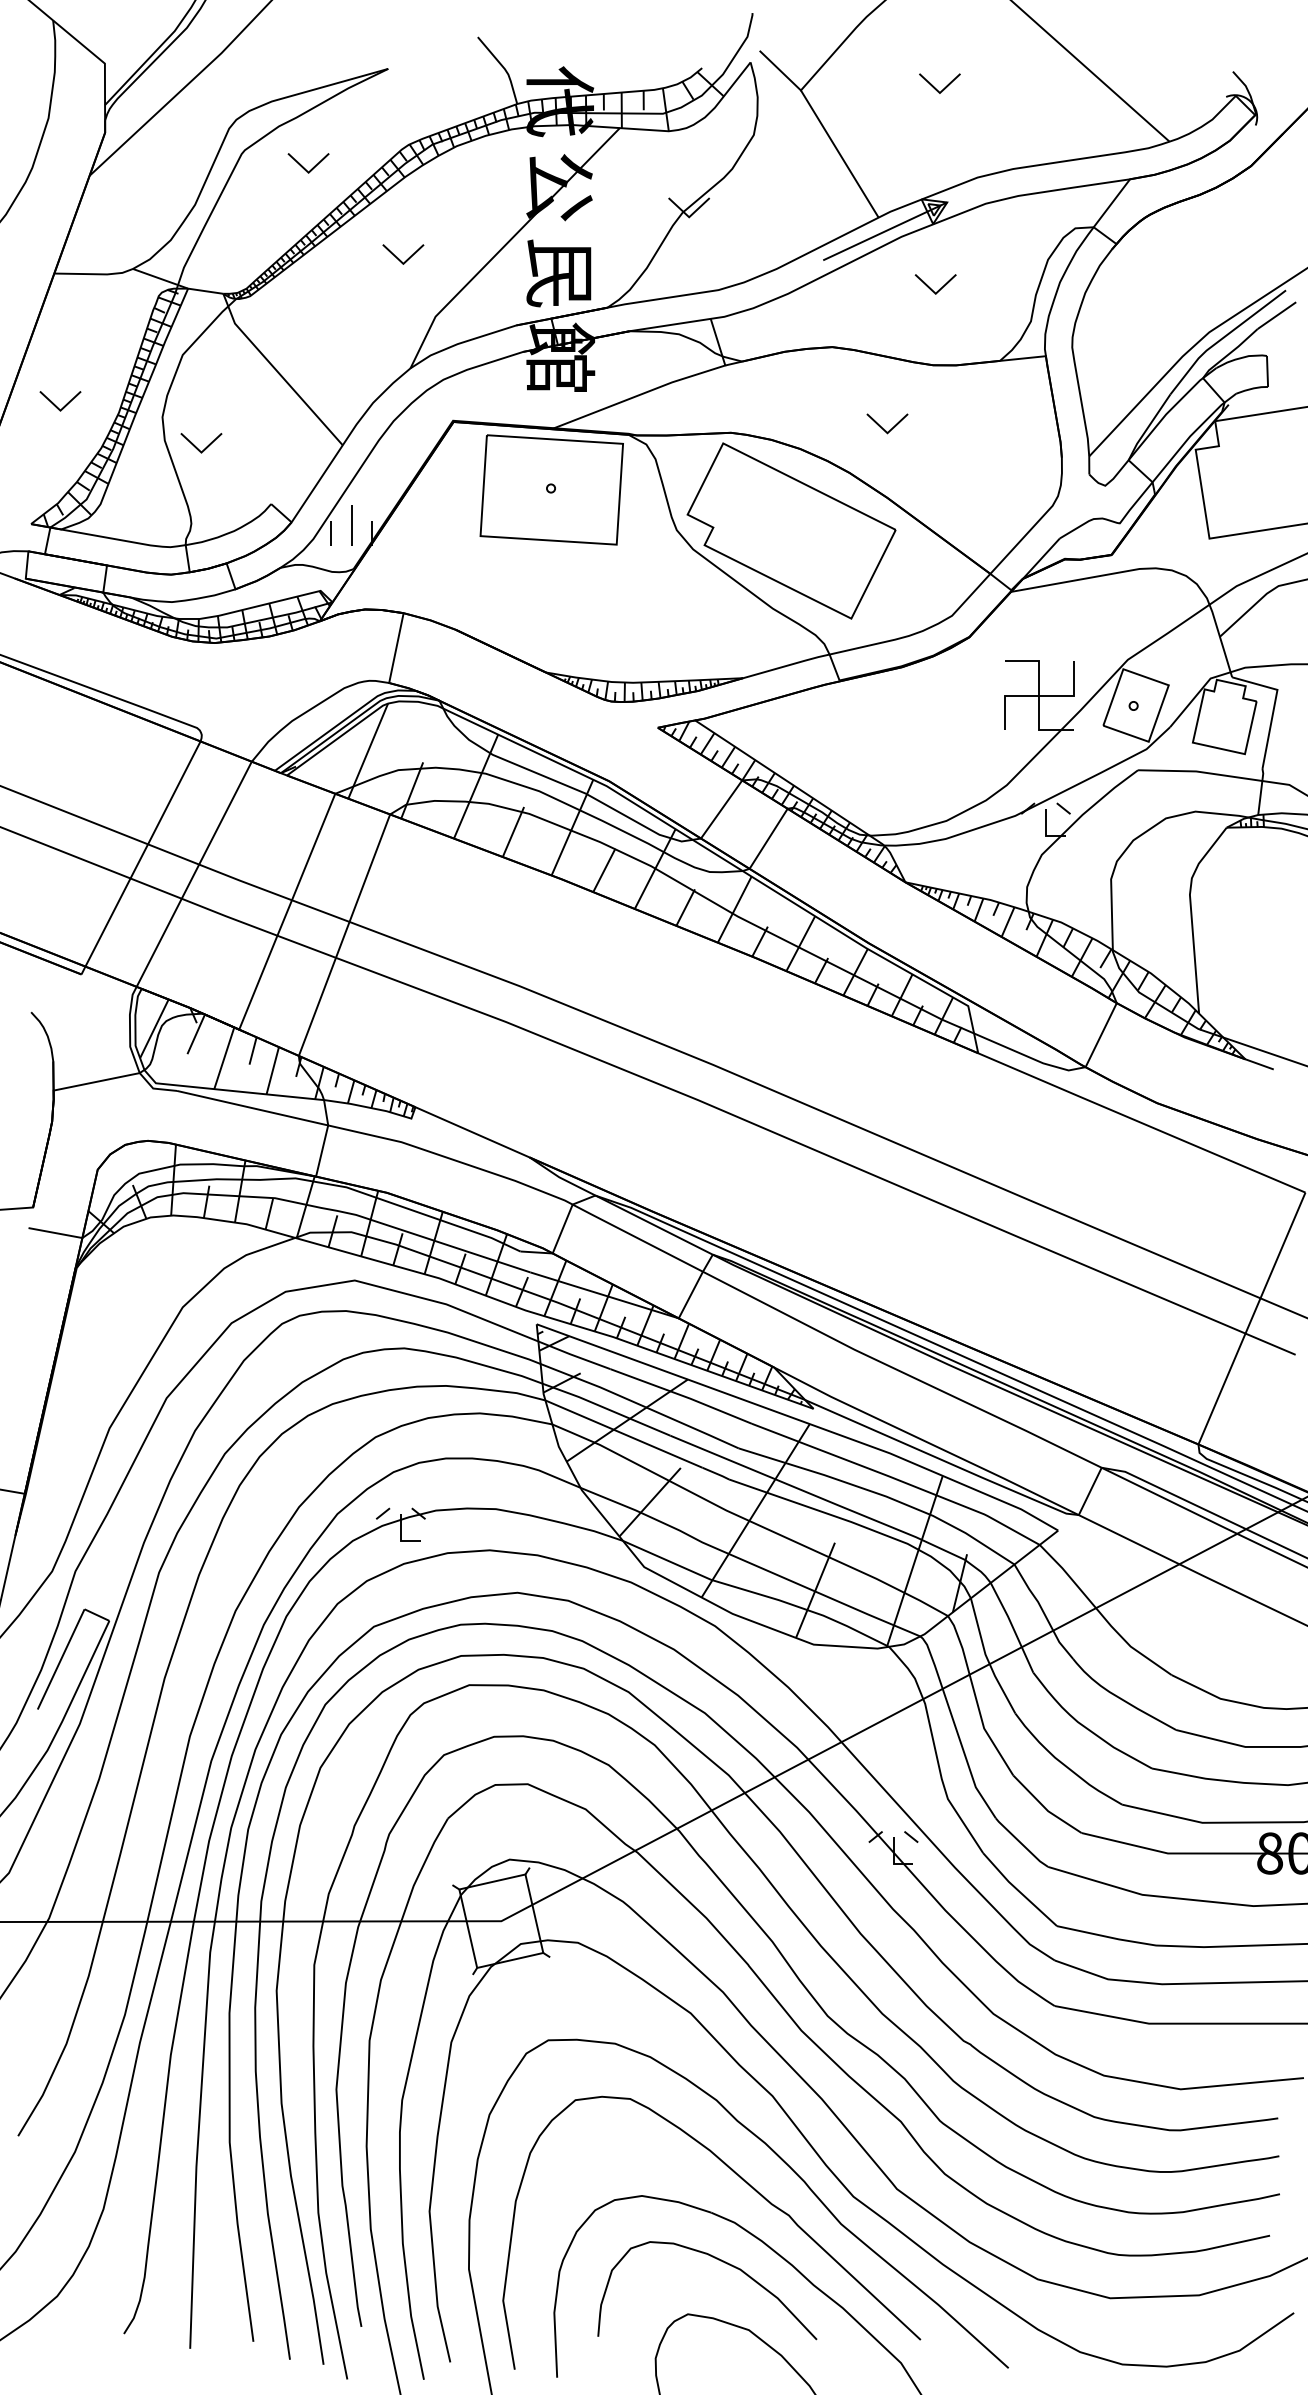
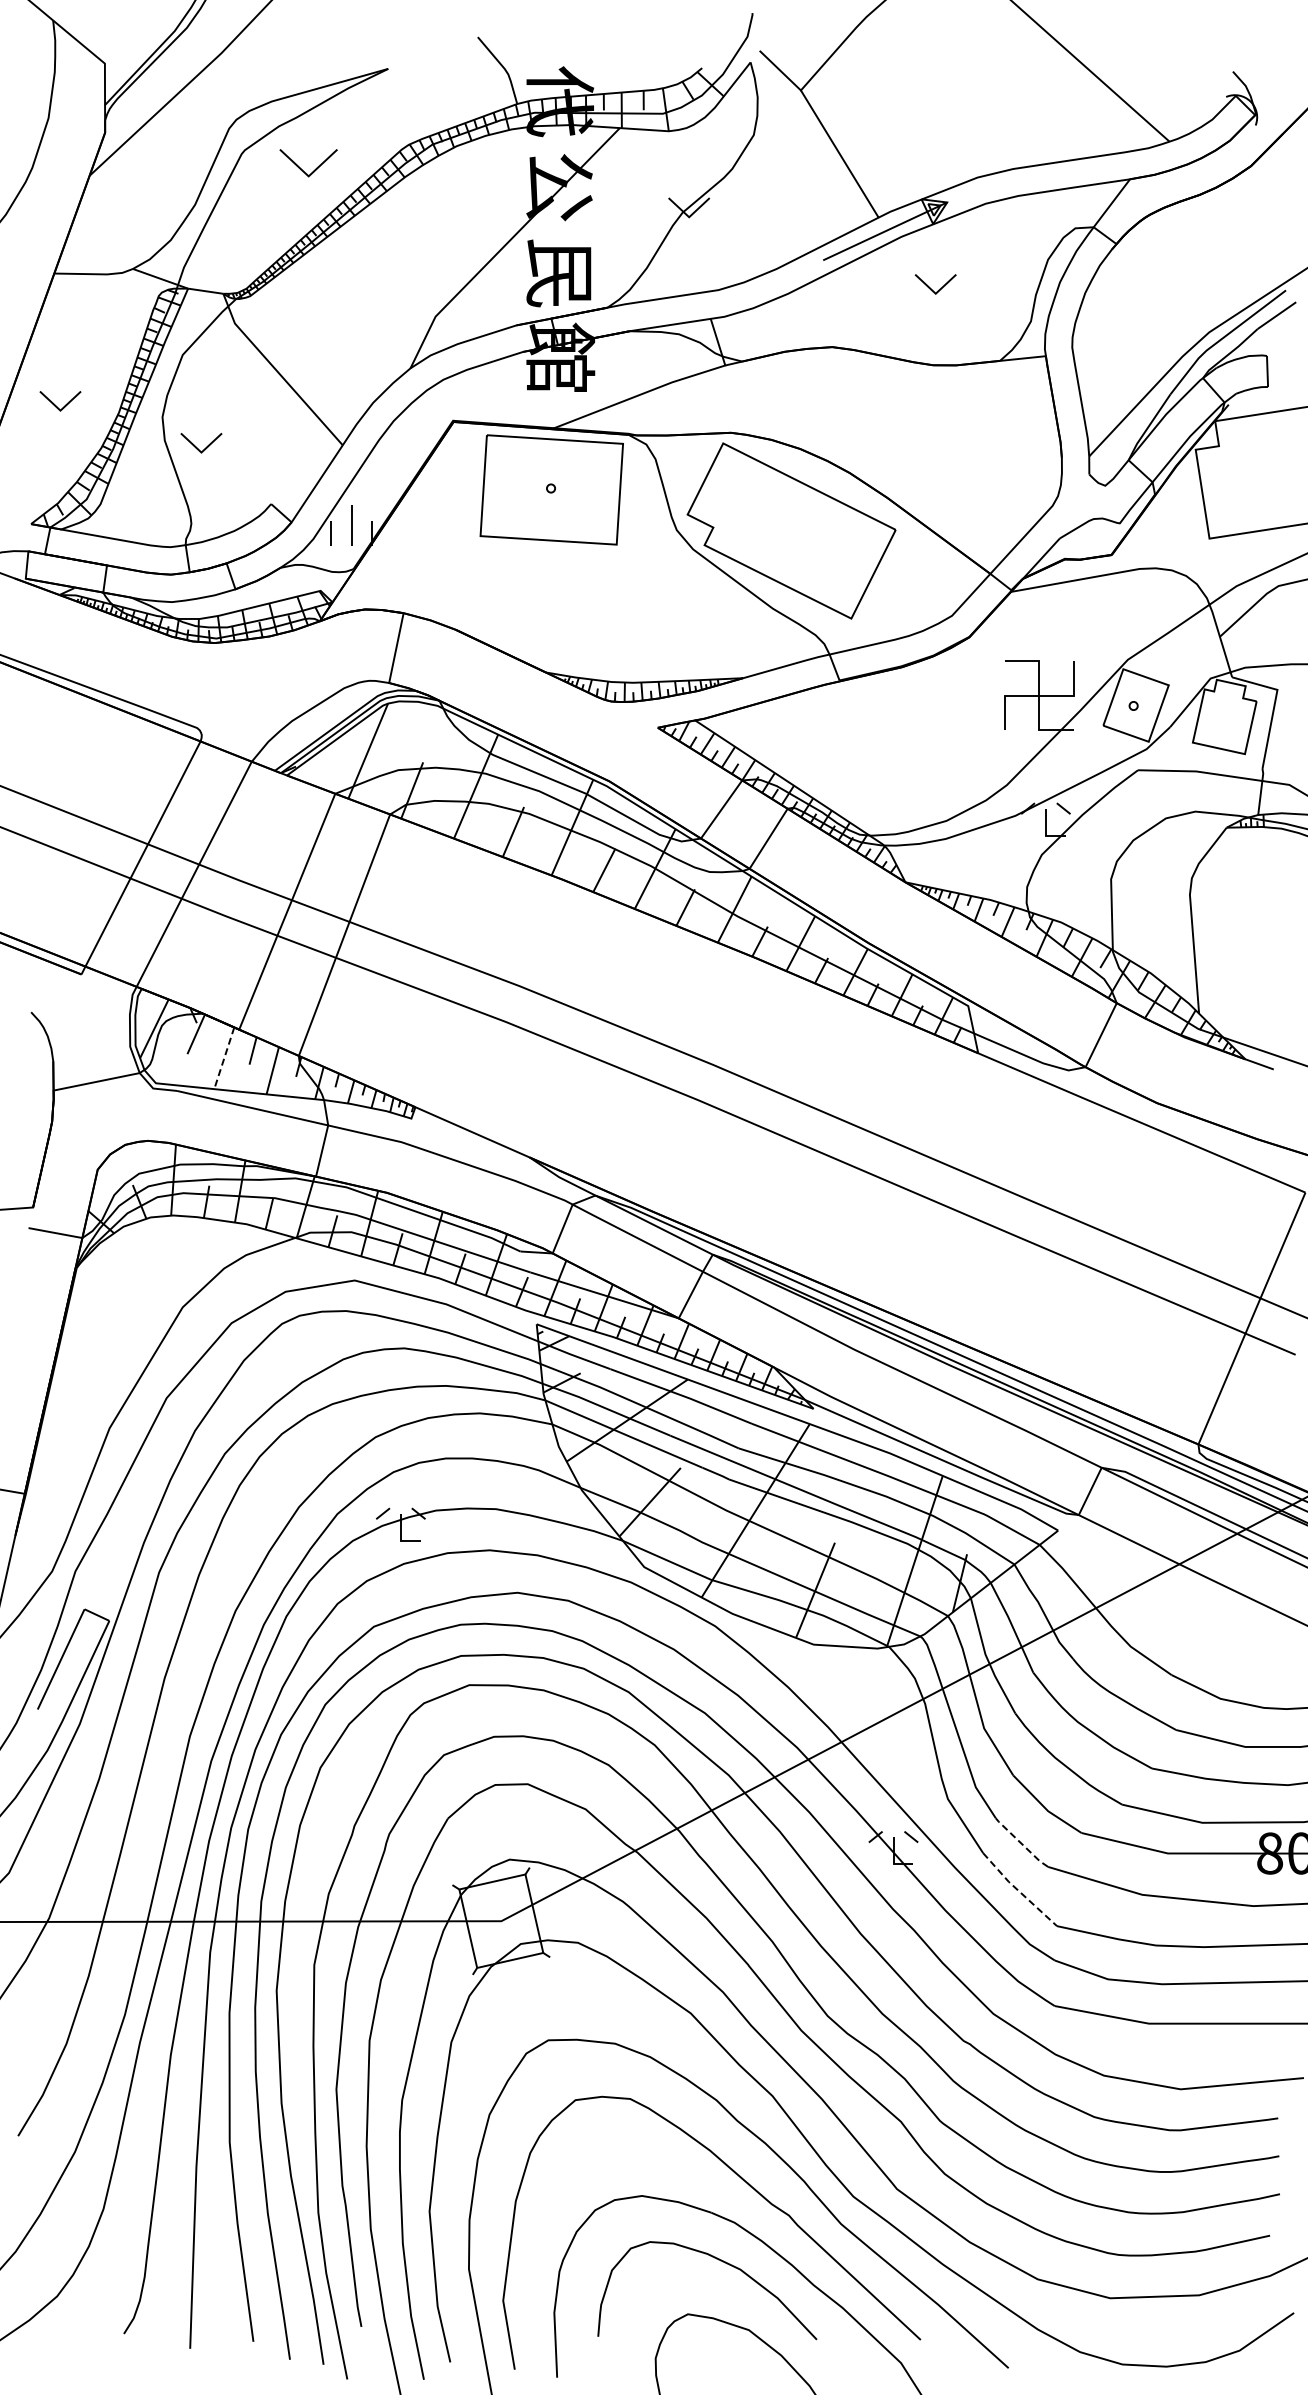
part at (939, 83): present -> none
part at (308, 163) size: 43x21 px -> 59x29 px
part at (403, 254): present -> none
part at (885, 429): present -> none
line at (224, 1058): solid -> dashed
line at (1020, 1842): solid -> dashed
line at (1018, 1890): solid -> dashed
